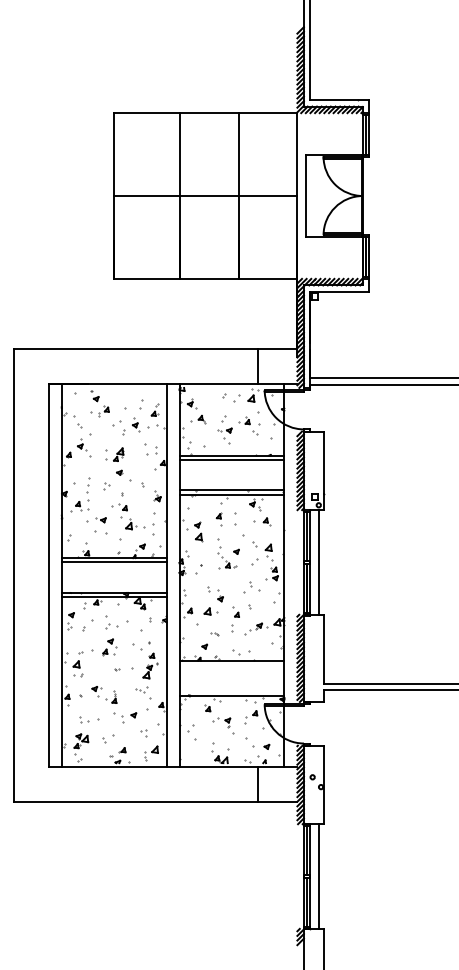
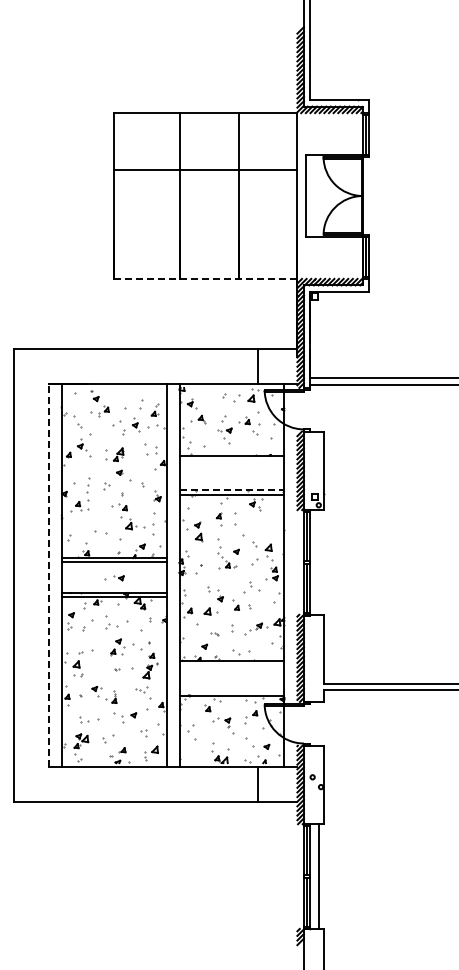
line at (205, 196) position: (205, 196) -> (205, 170)
line at (205, 278): solid -> dashed
line at (231, 459): present -> none
line at (232, 490): solid -> dashed
part at (96, 520) position: (96, 520) -> (114, 578)
part at (262, 521): present -> none
line at (319, 562): present -> none
line at (48, 575): solid -> dashed
part at (235, 611) position: (235, 611) -> (235, 604)
part at (109, 647) position: (109, 647) -> (117, 647)
